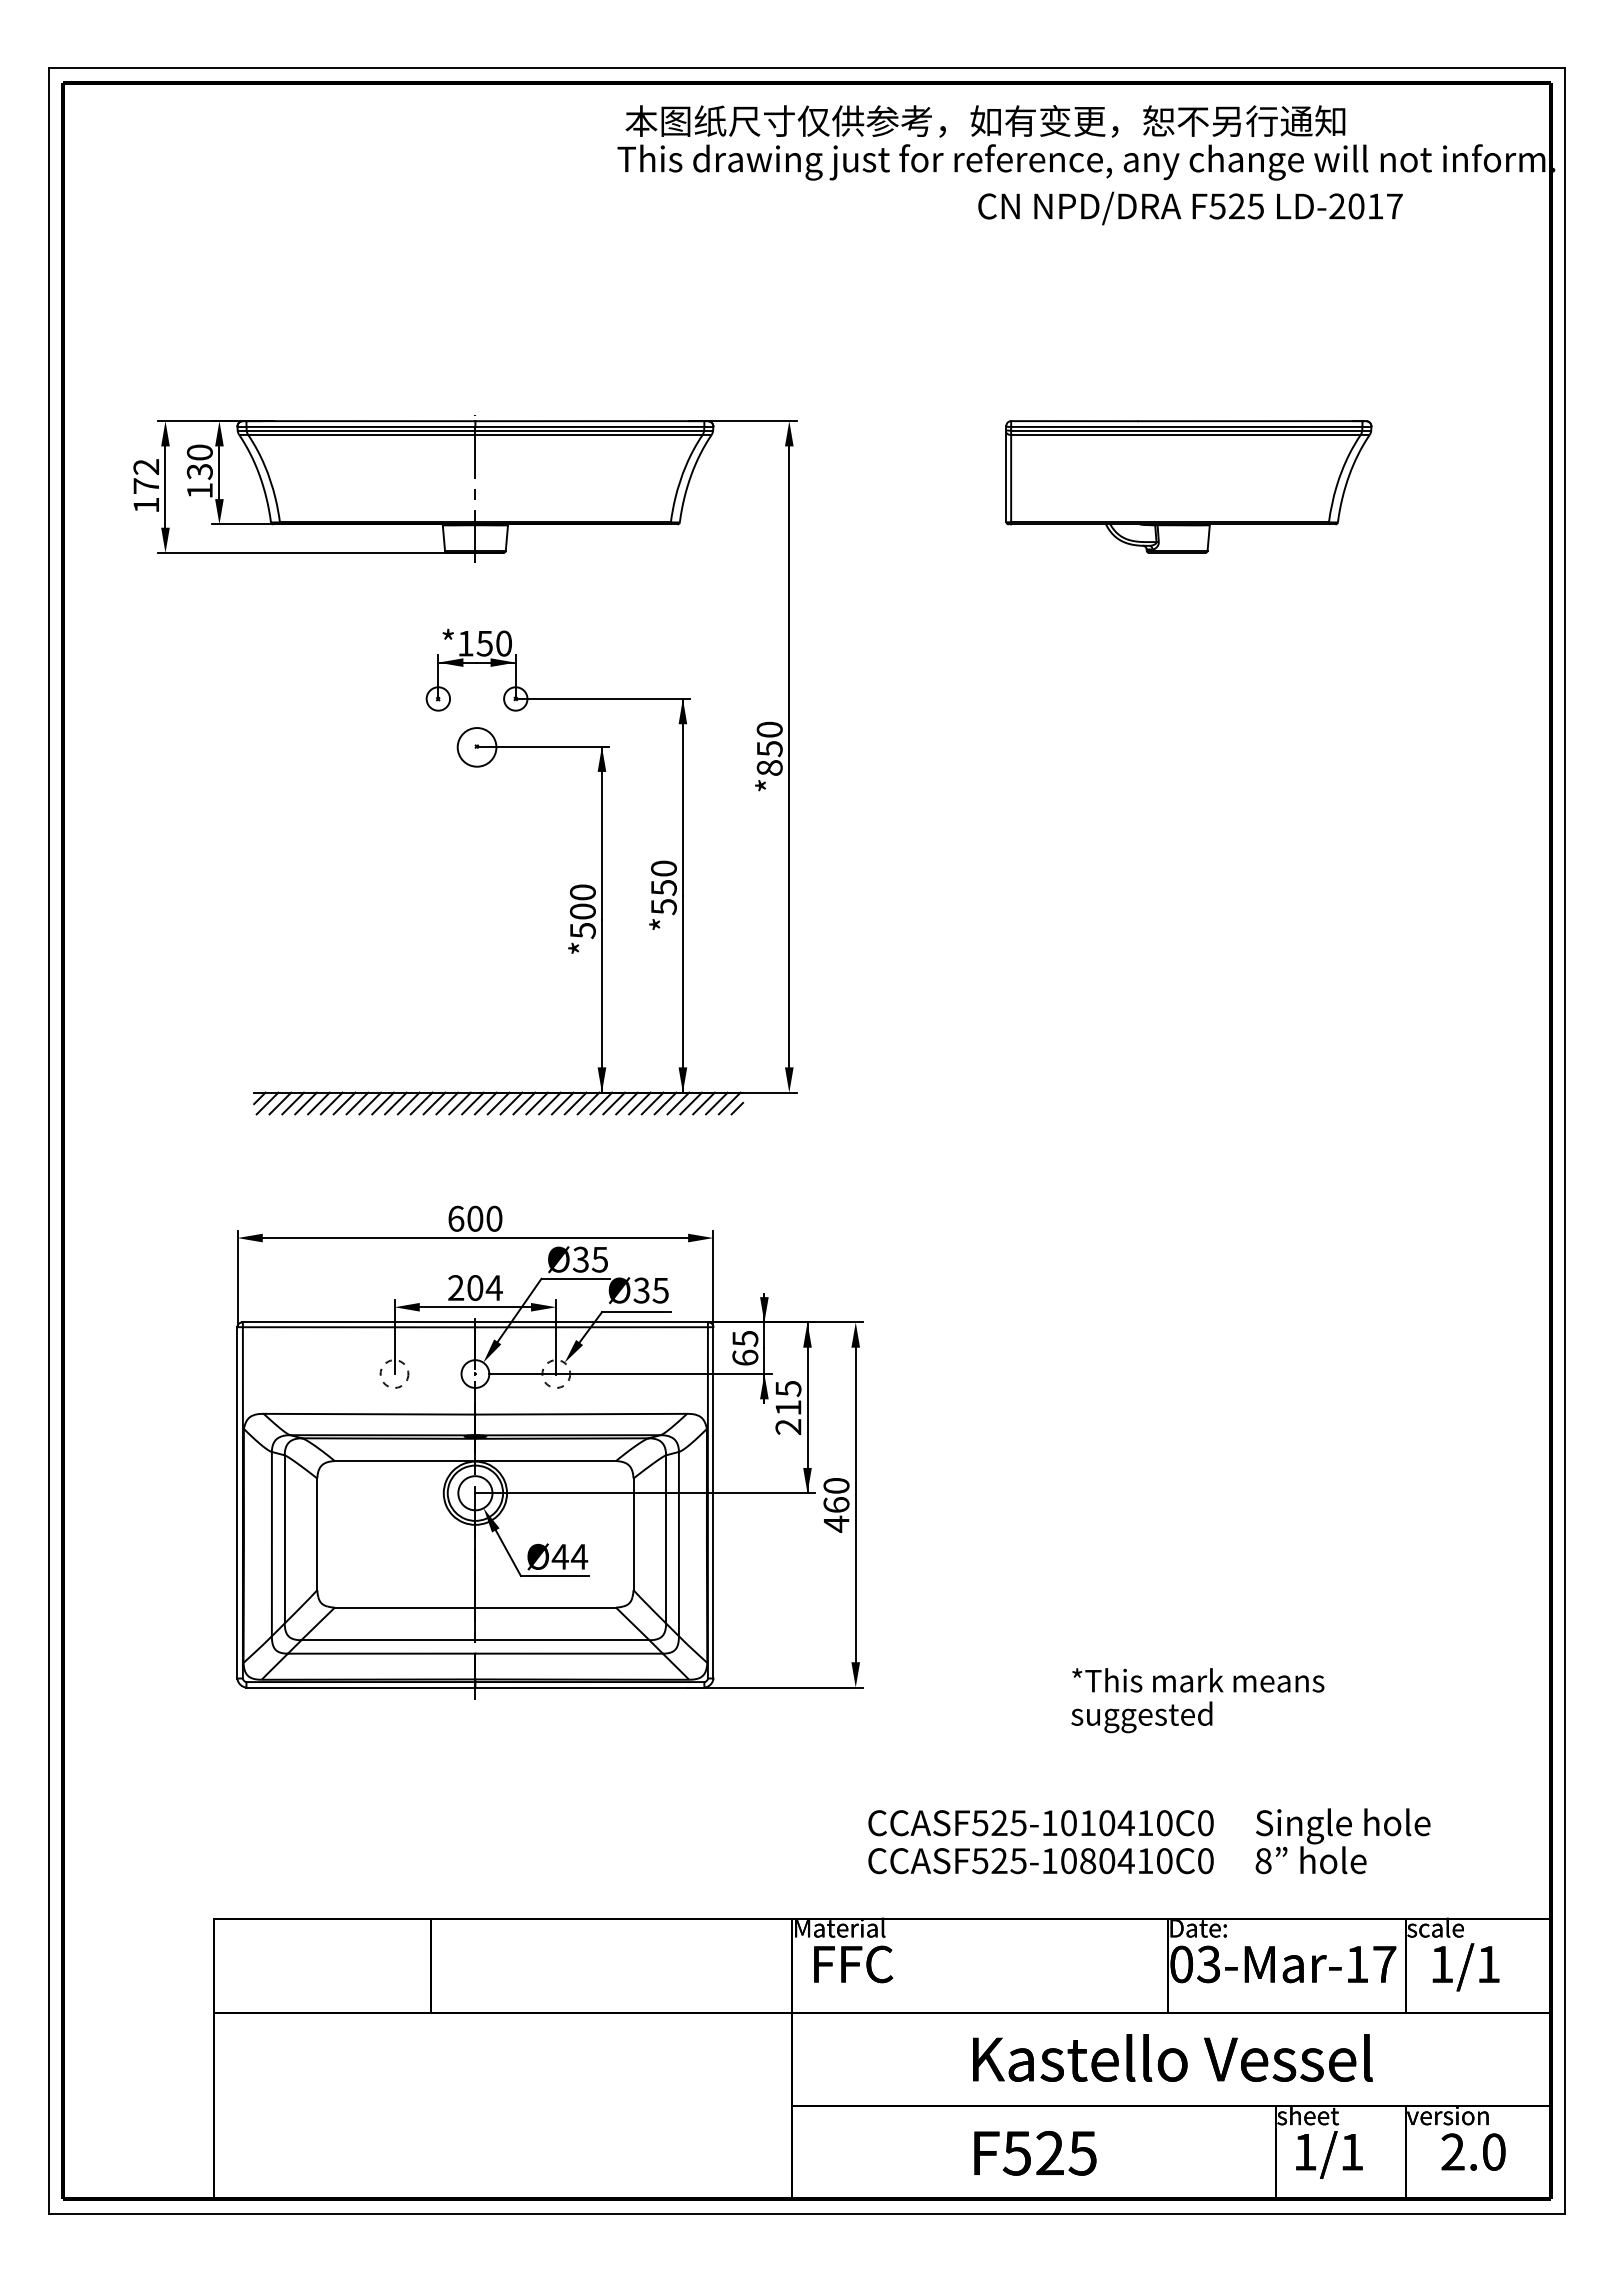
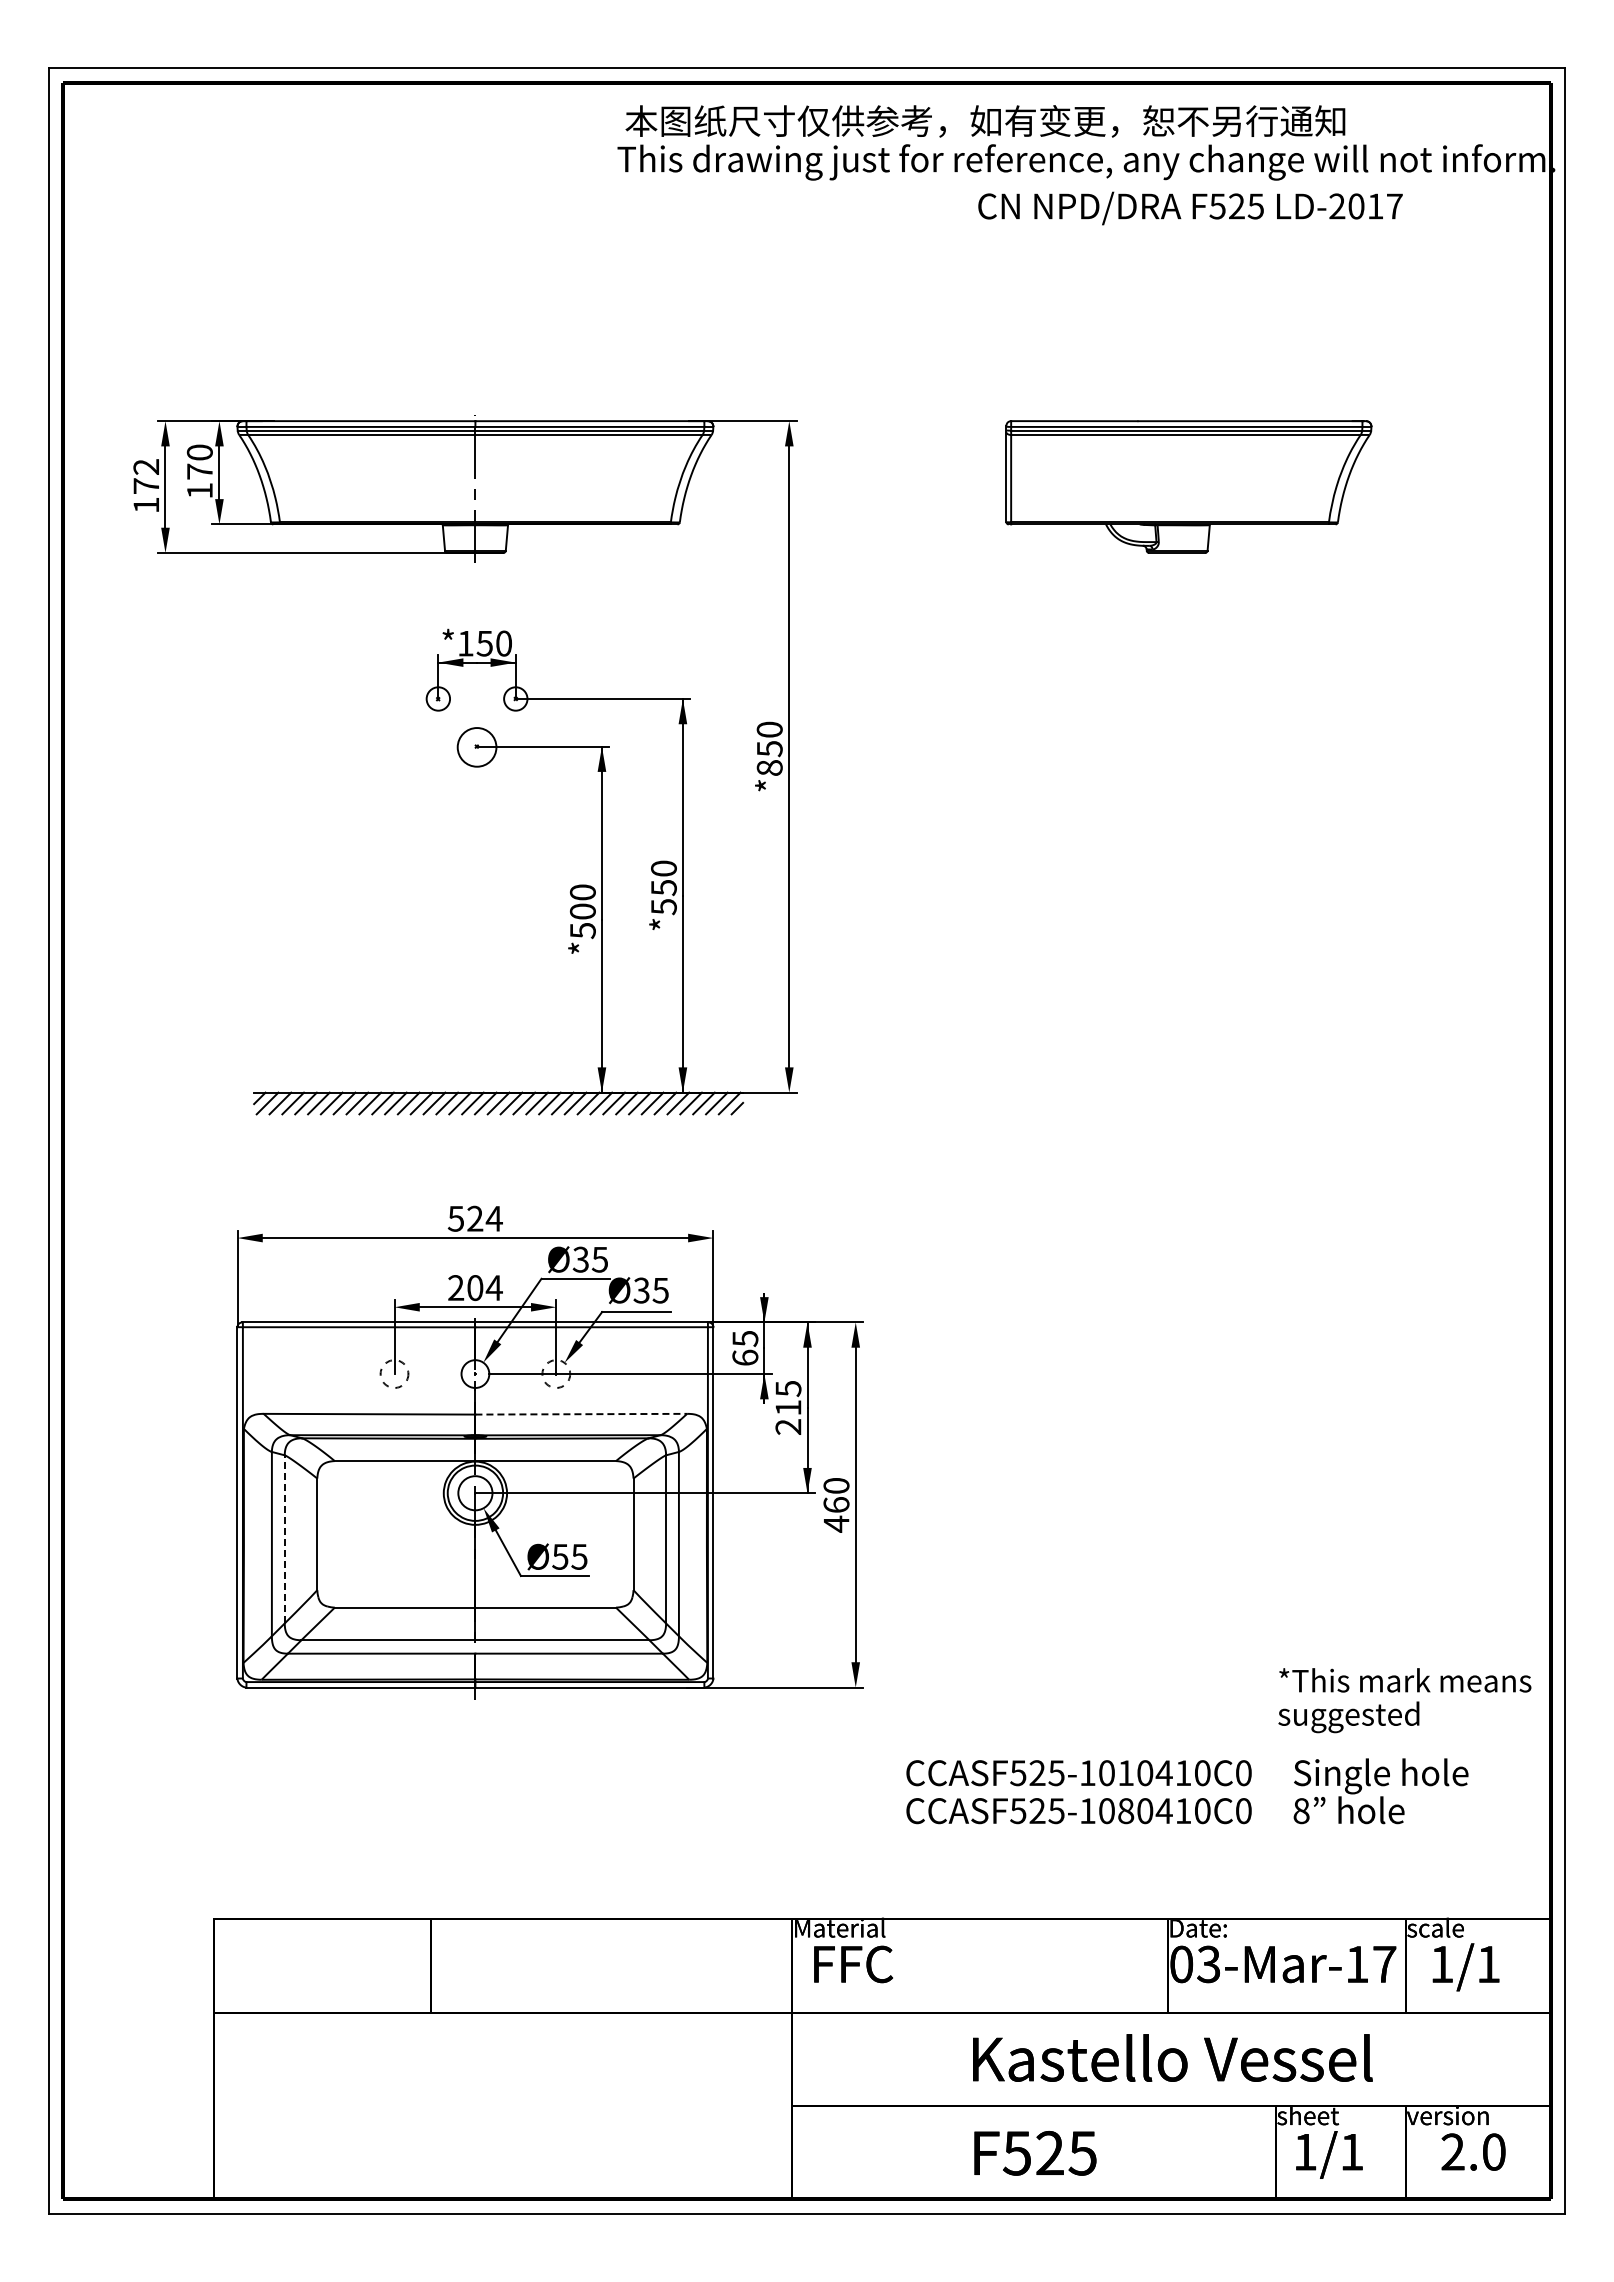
text at (199, 471): 130 -> 170
text at (474, 1218): 600 -> 524
line at (581, 1414): solid -> dashed
line at (284, 1538): solid -> dashed
text at (569, 1556): Ø44 -> Ø55
text at (1197, 1700) position: (1197, 1700) -> (1404, 1700)
text at (1149, 1841) position: (1149, 1841) -> (1187, 1791)
